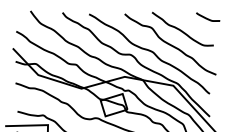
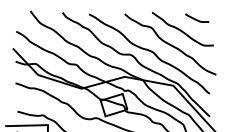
curve at (208, 18) position: (208, 18) -> (197, 19)
